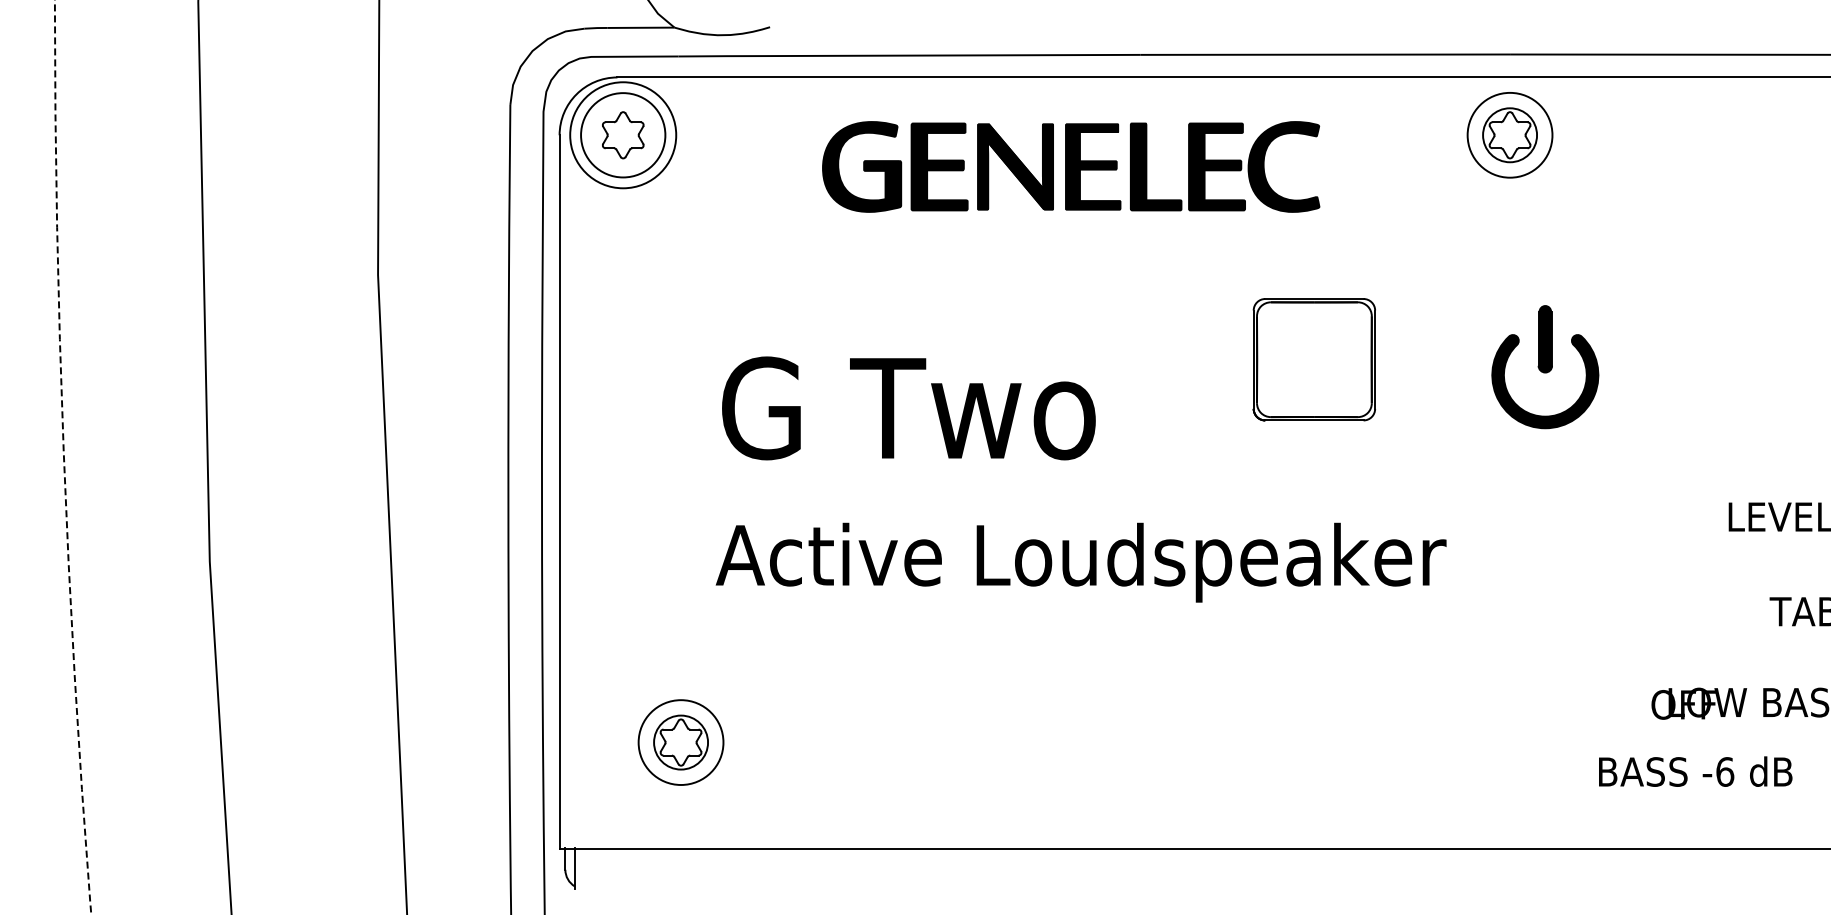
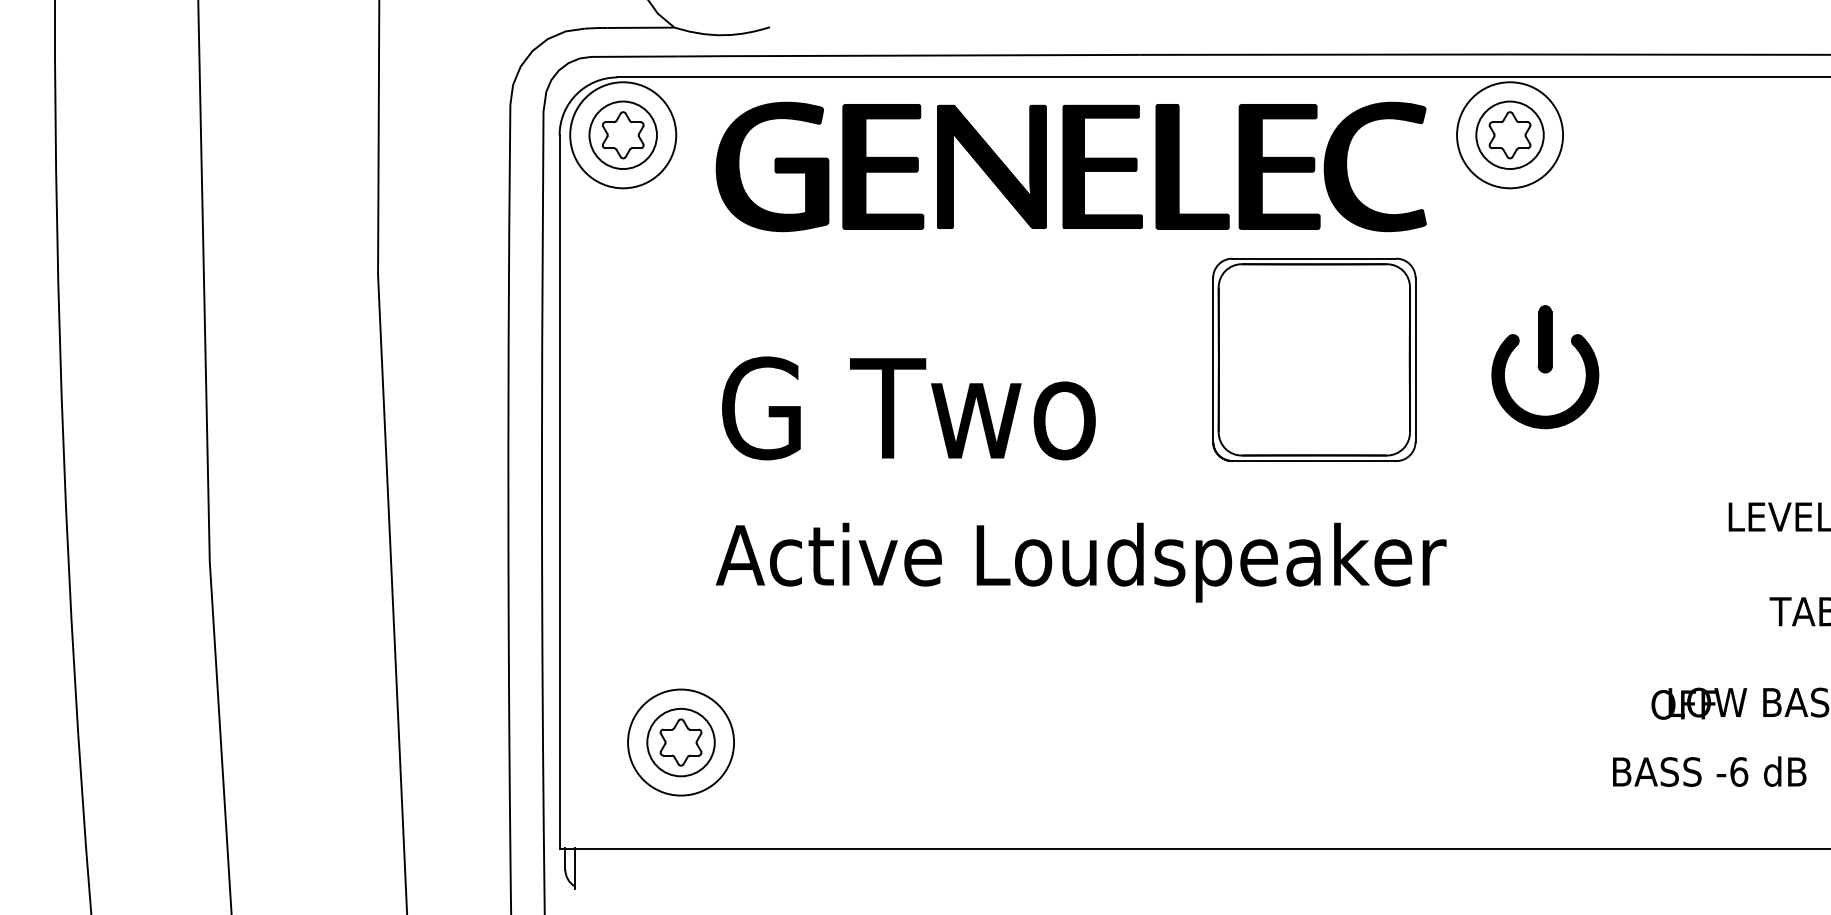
circle at (1509, 134) diameter: 85 px -> 106 px
circle at (623, 135) diameter: 84 px -> 67 px
circle at (1510, 135) diameter: 54 px -> 67 px
part at (1071, 166) size: 499x92 px -> 712x132 px
part at (1313, 359) size: 124x124 px -> 205x205 px
arc at (63, 457): dashed -> solid
circle at (680, 742) diameter: 85 px -> 106 px
circle at (681, 742) diameter: 54 px -> 67 px
text at (1695, 771) position: (1695, 771) -> (1709, 771)
